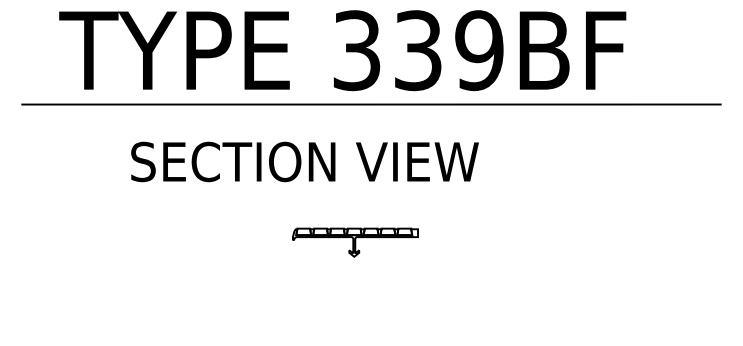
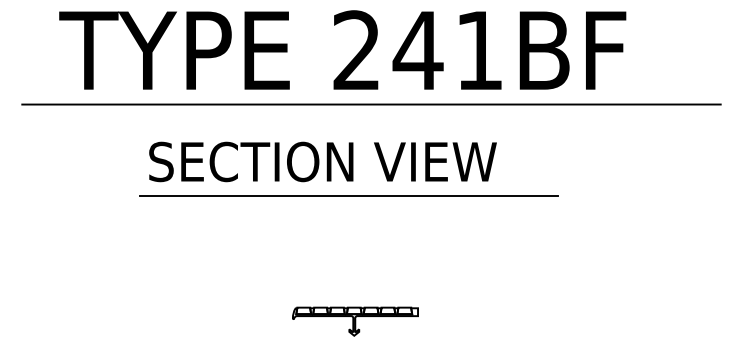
text at (418, 50): 339BF -> 241BF
text at (304, 161) position: (304, 161) -> (322, 161)
line at (348, 195): none -> present
part at (355, 242) position: (355, 242) -> (355, 321)
